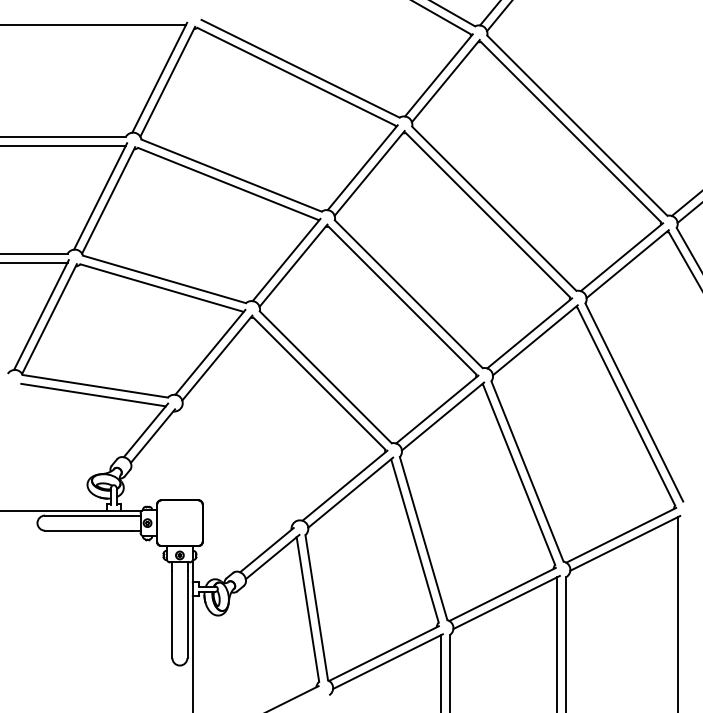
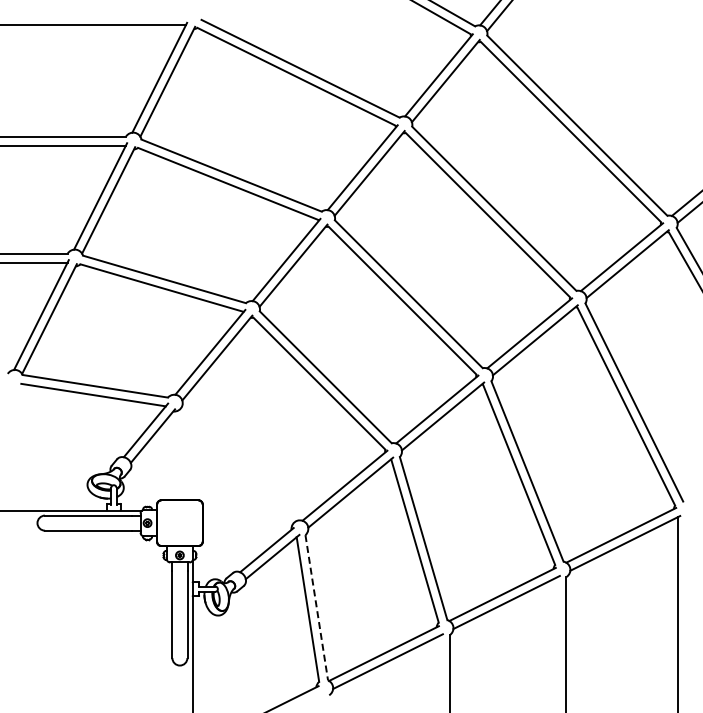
line at (316, 607): solid -> dashed
line at (557, 643): present -> none
line at (440, 672): present -> none
